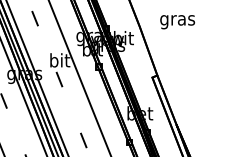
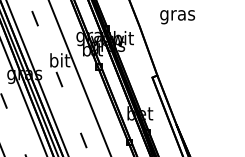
text at (177, 22) position: (177, 22) -> (177, 17)
